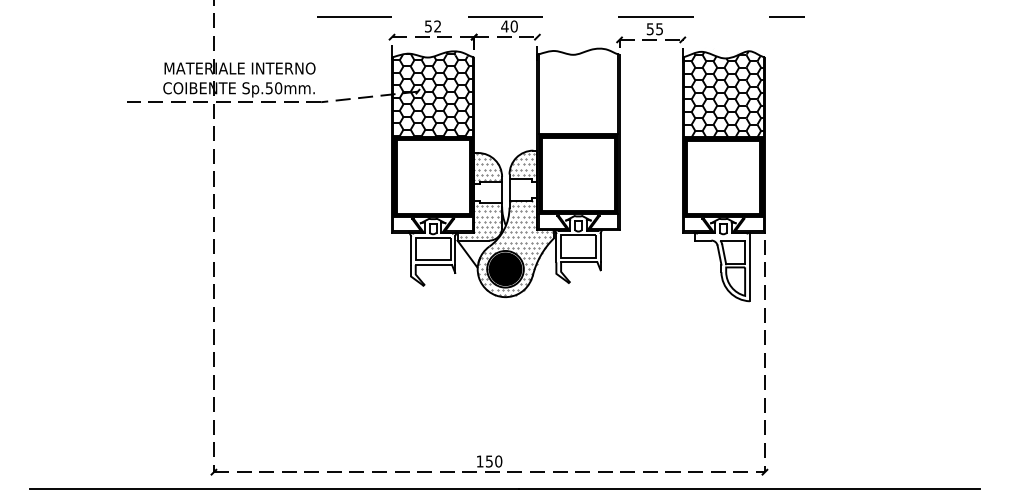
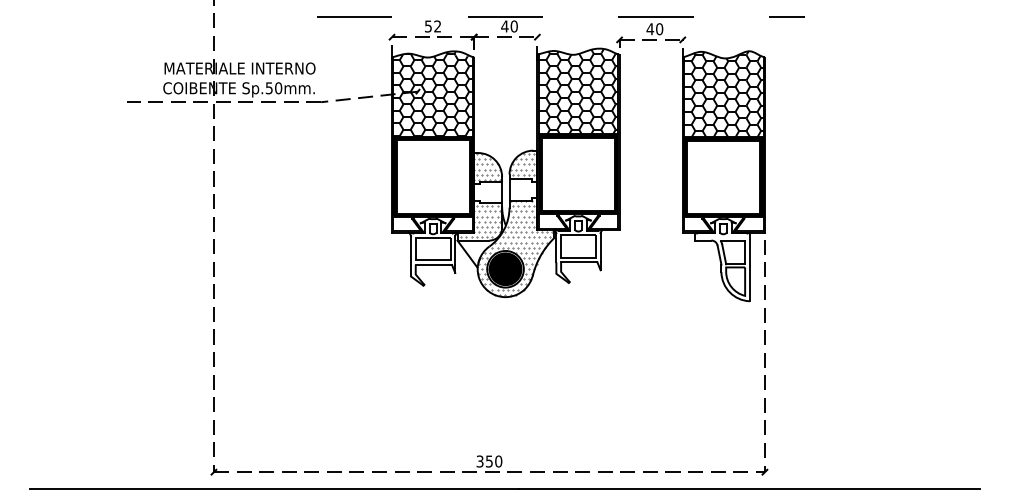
text at (654, 29): 55 -> 40
hatch at (578, 91): none -> present
text at (479, 461): 150 -> 350
